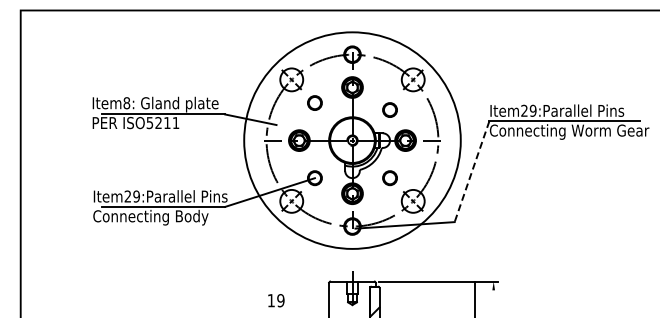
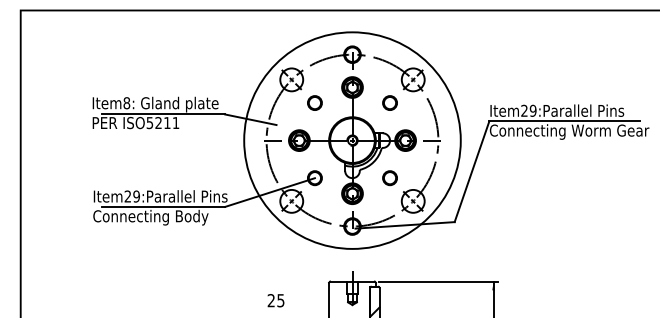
circle at (389, 109) position: (389, 109) -> (389, 102)
line at (471, 172): dashed -> solid
line at (474, 297) position: (474, 297) -> (493, 297)
text at (275, 300): 19 -> 25
